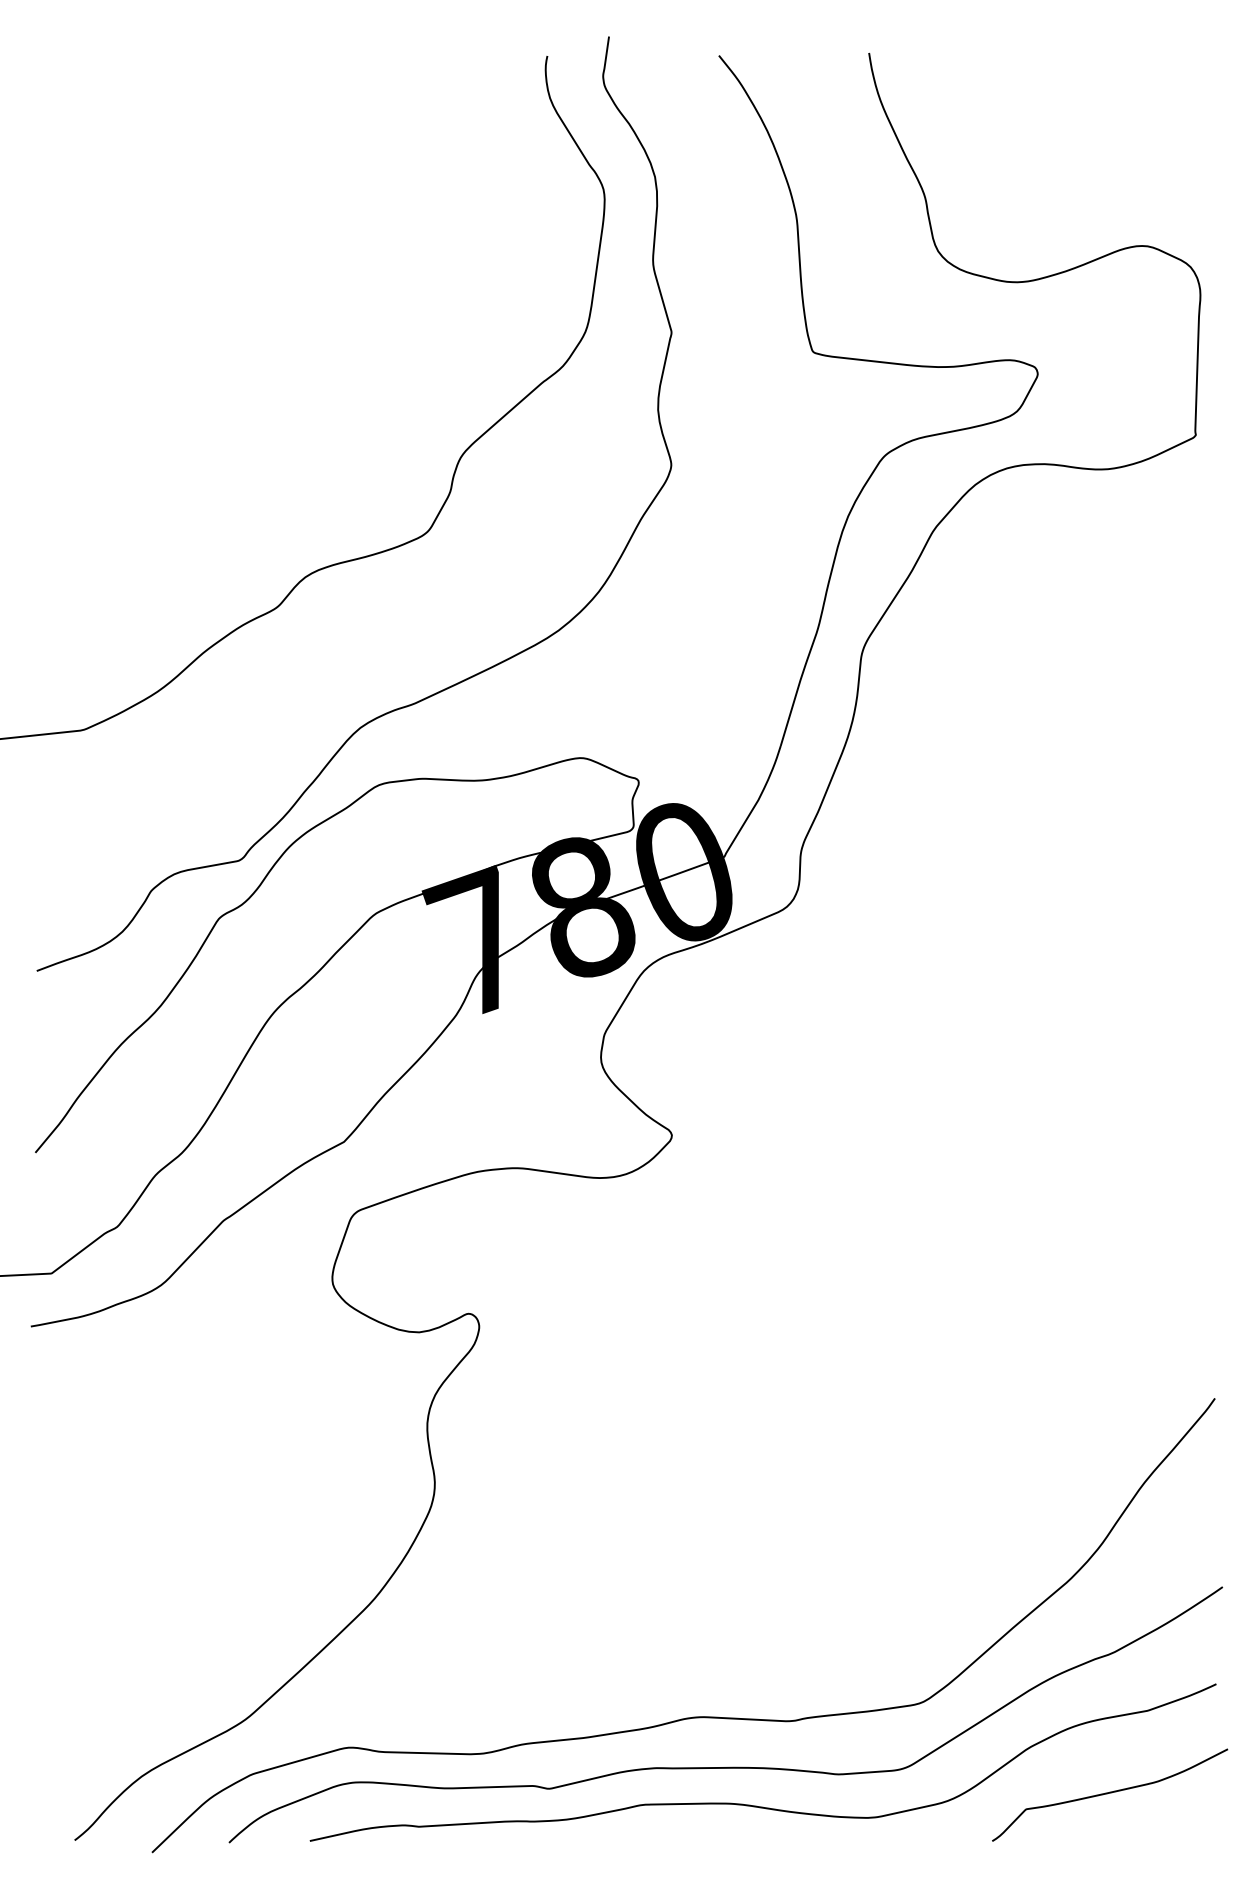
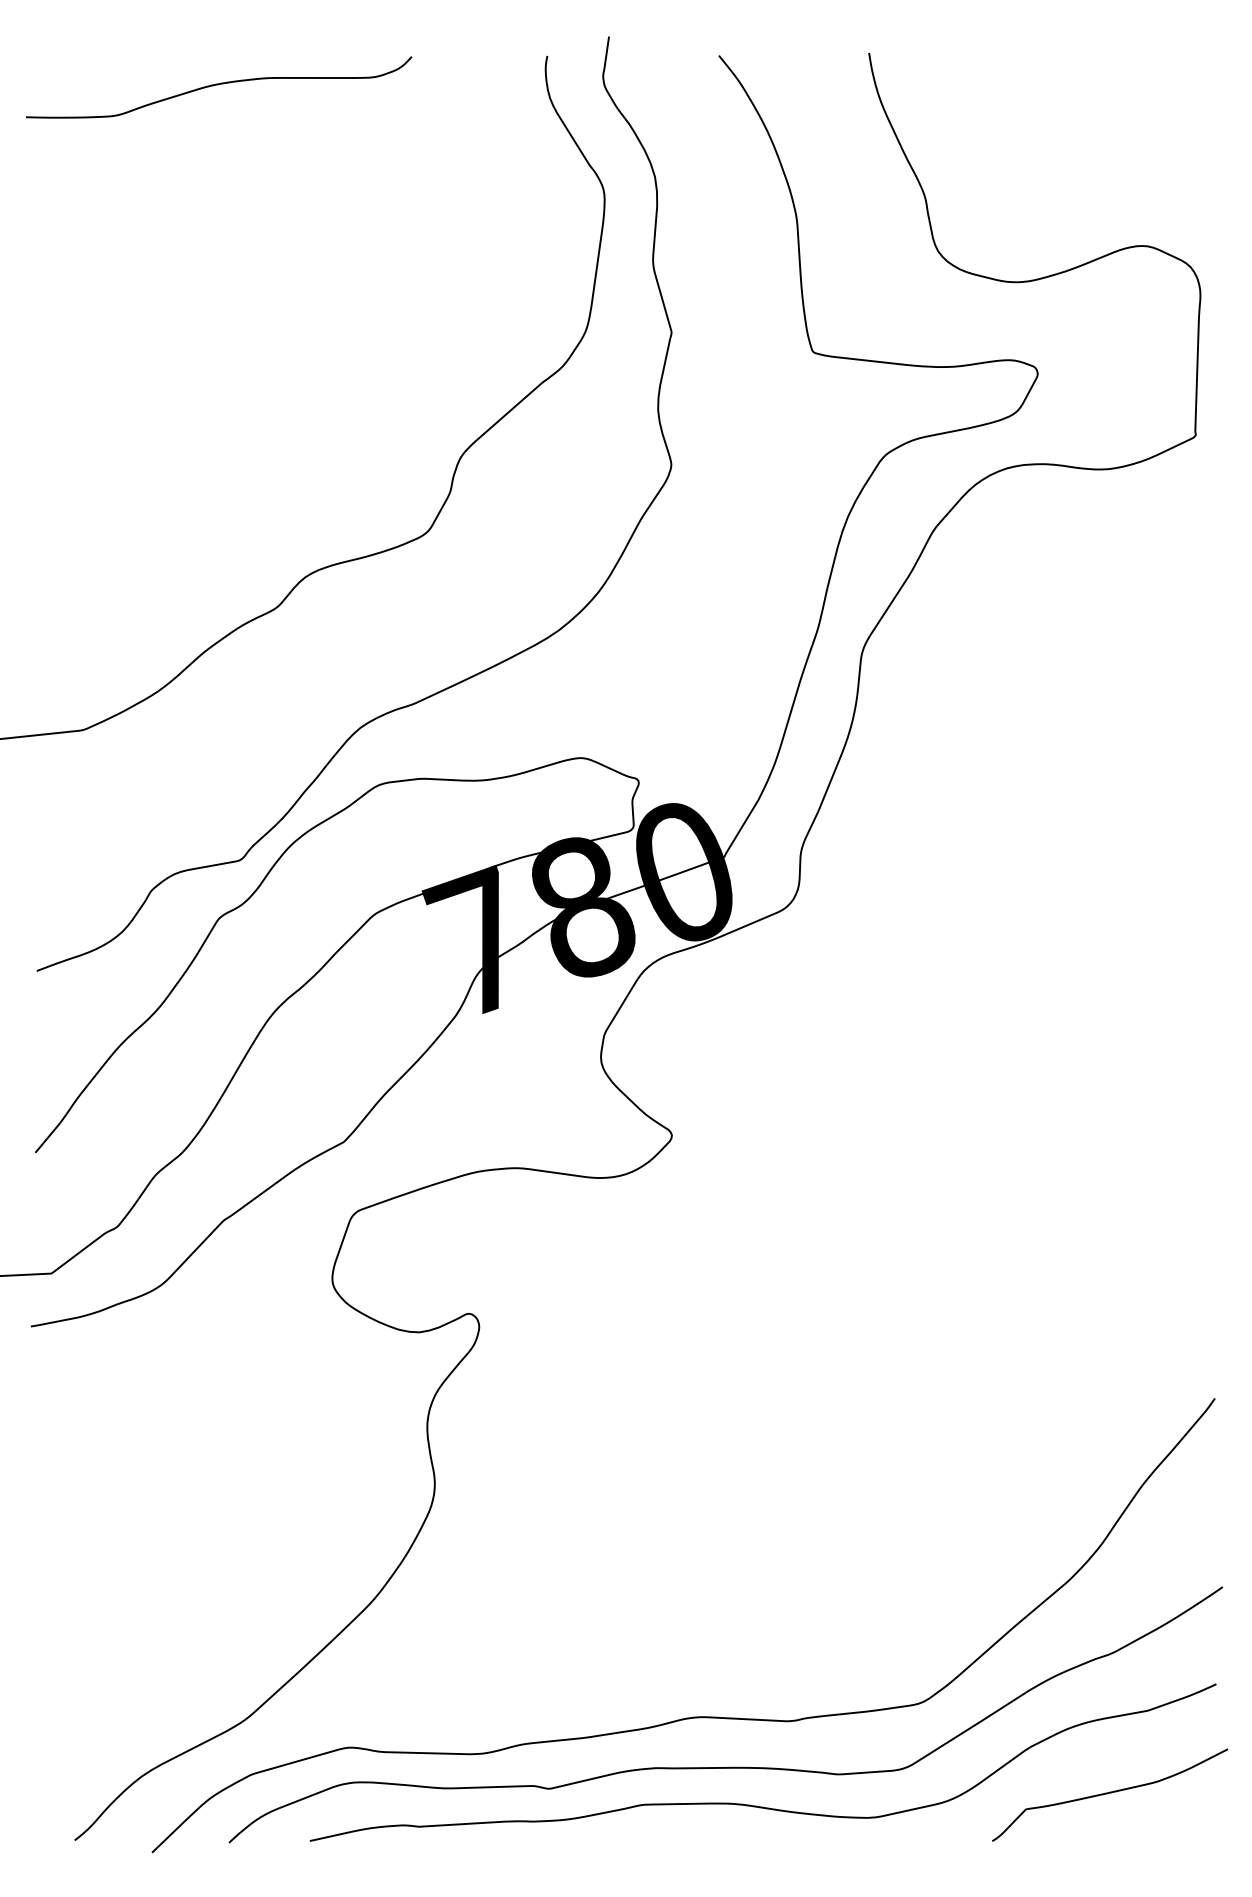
curve at (218, 85): none -> present
